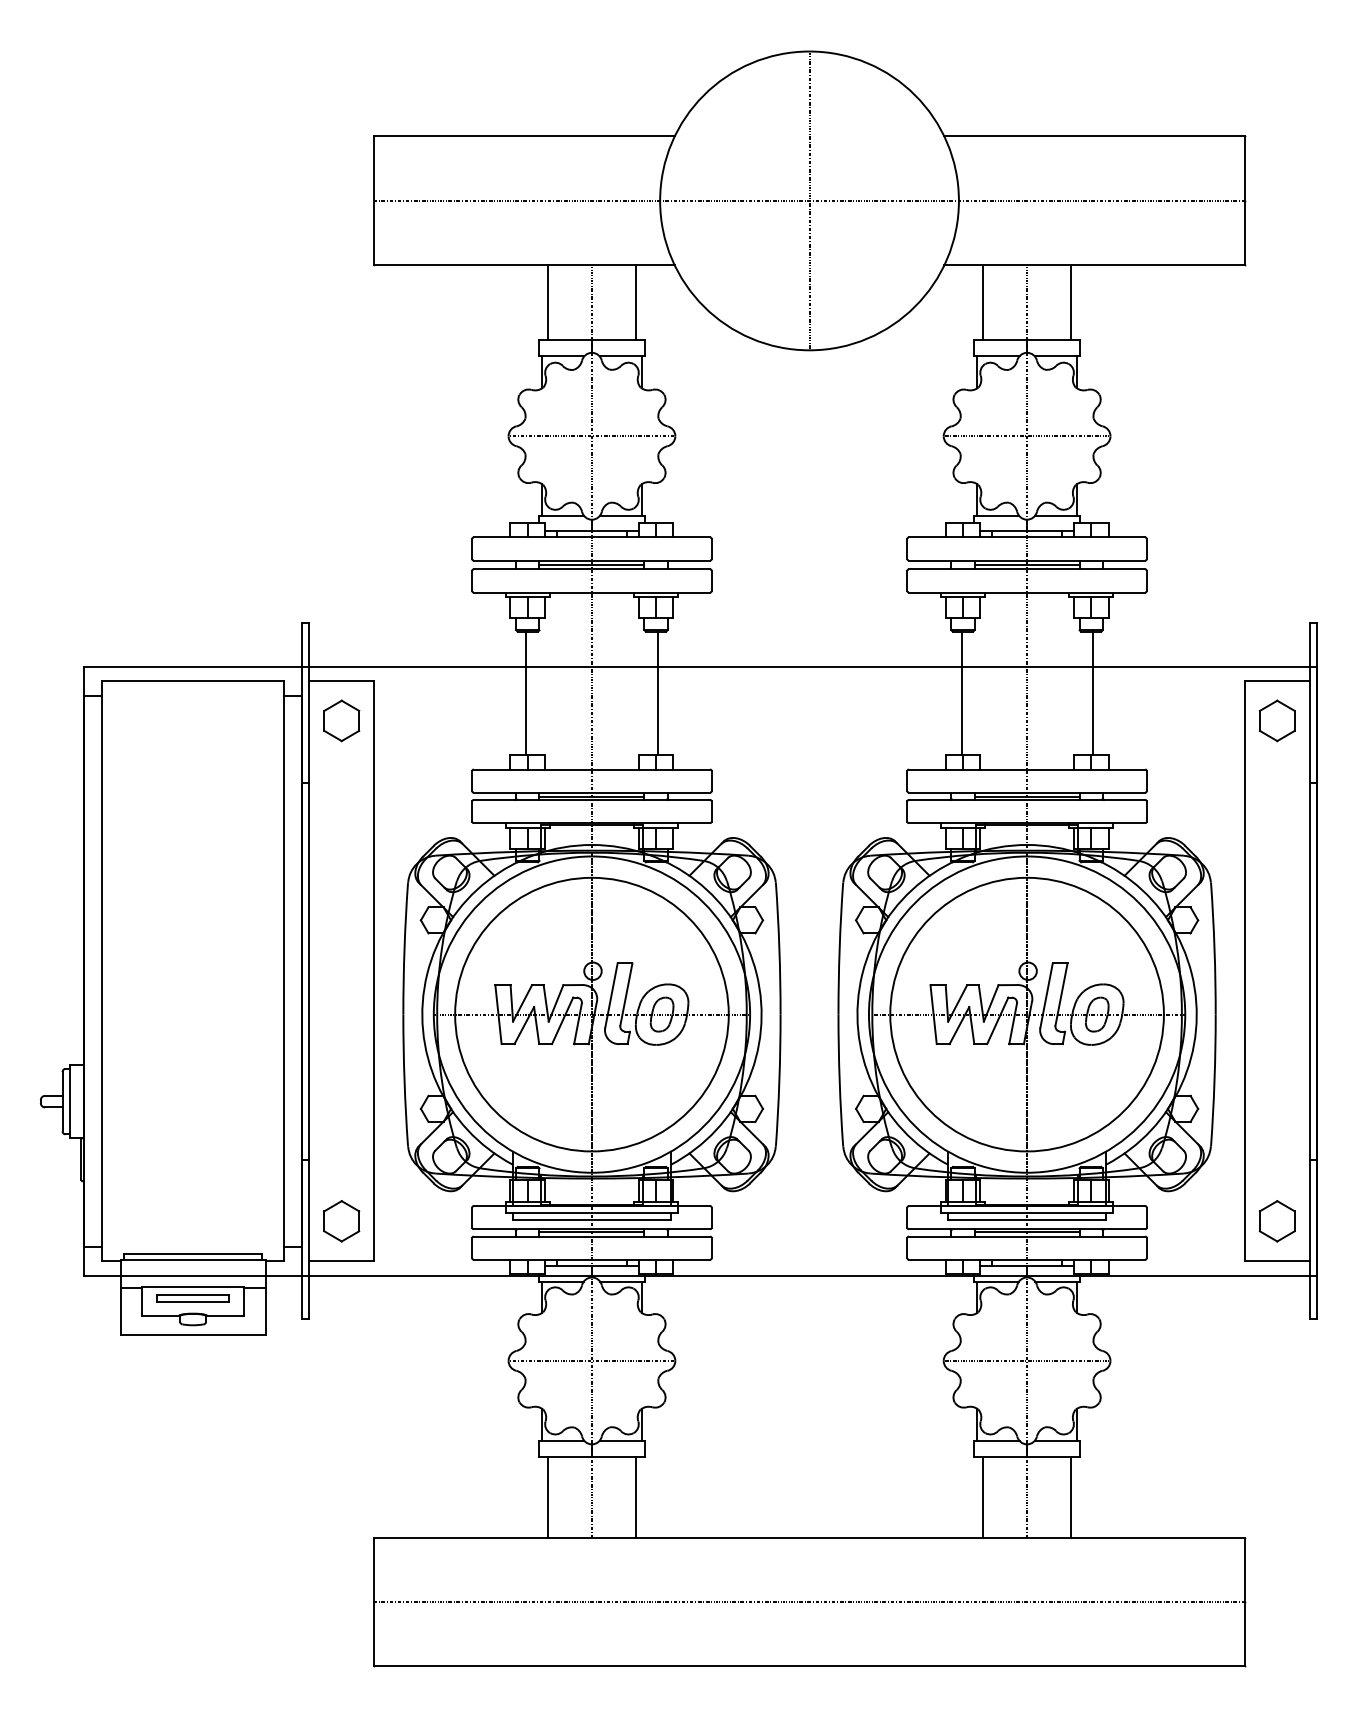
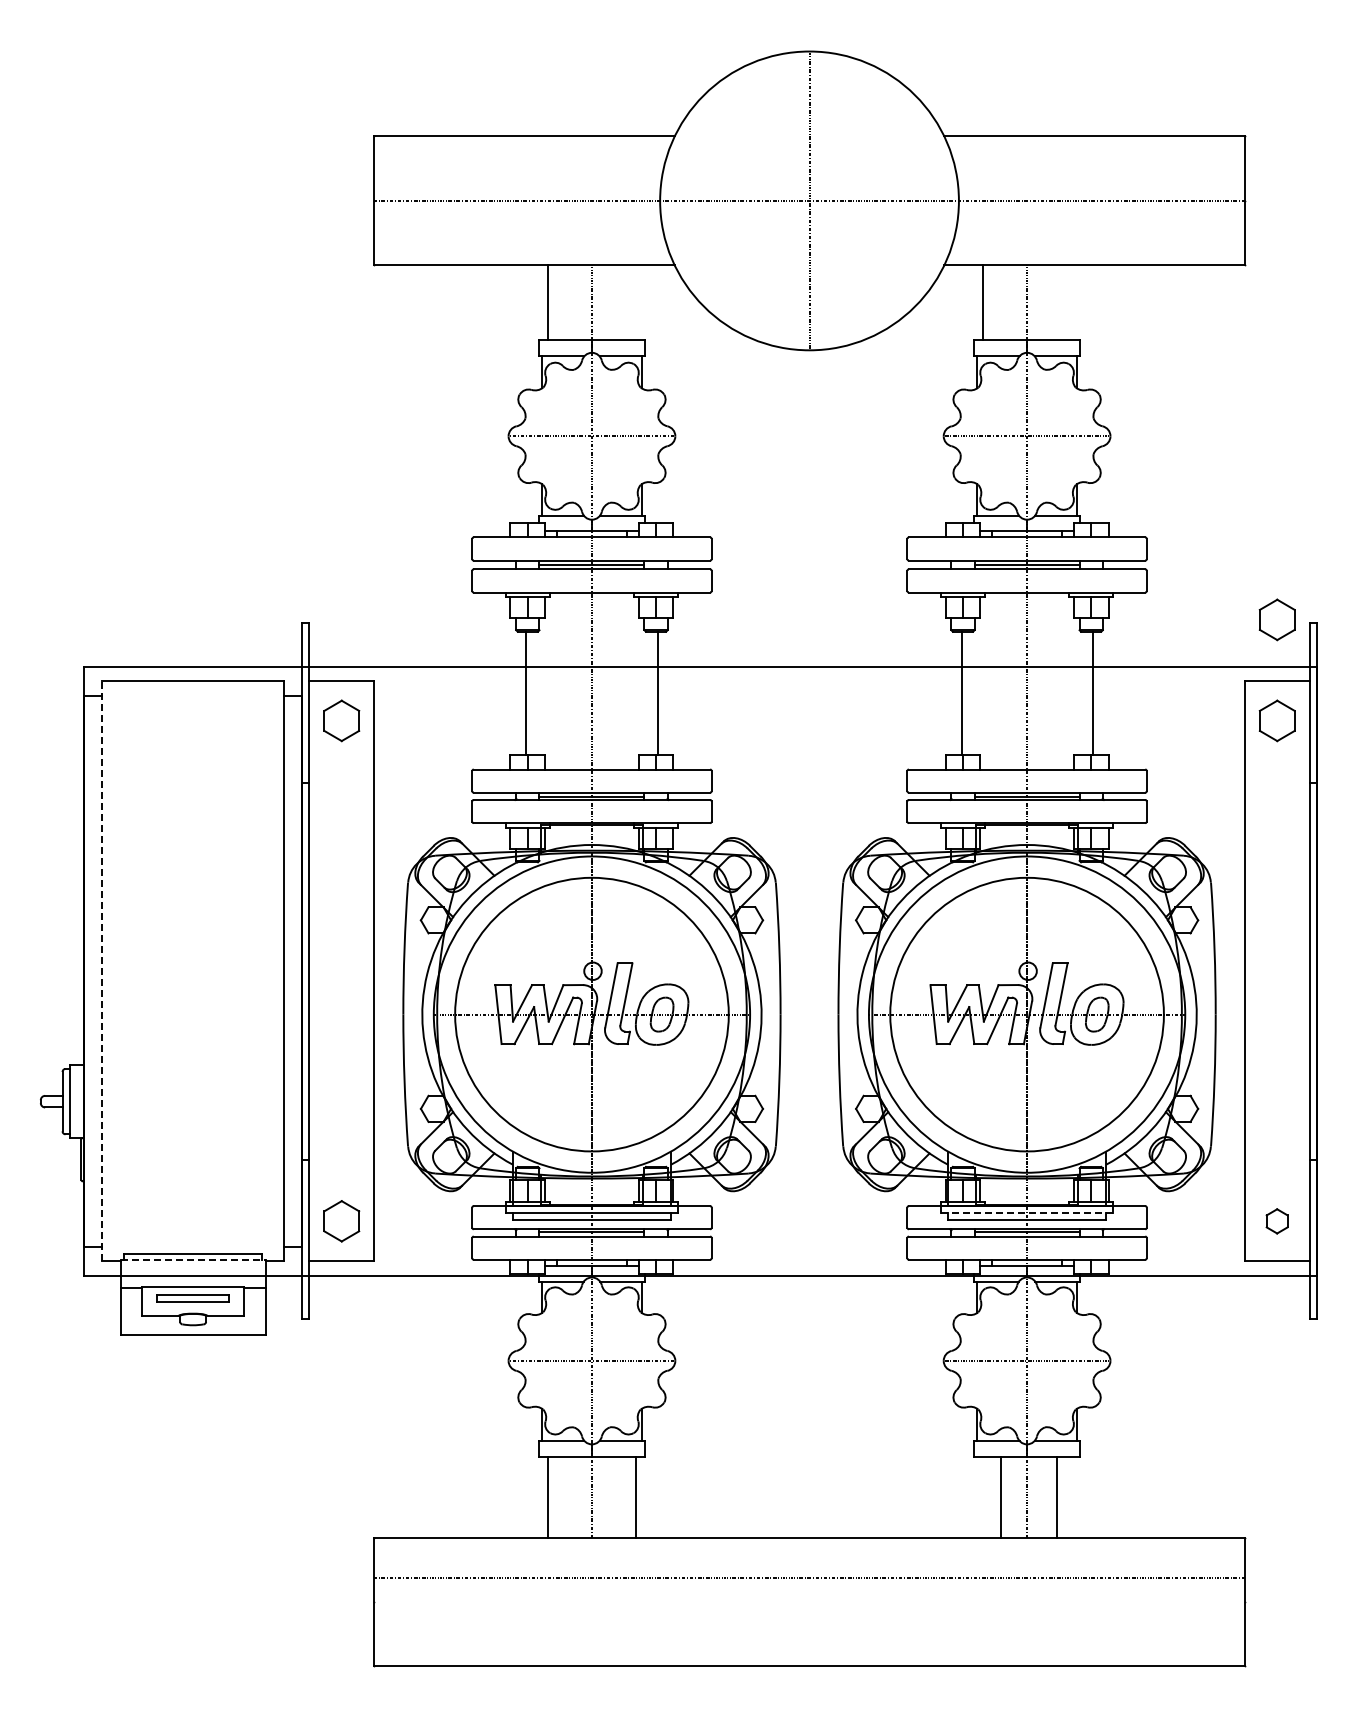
line at (635, 302): present -> none
line at (1070, 302): present -> none
part at (1276, 619): none -> present
line at (102, 970): solid -> dashed
line at (1026, 1212): solid -> dashed
part at (1276, 1221) size: 38x43 px -> 24x27 px
line at (193, 1259): solid -> dashed
line at (983, 1497) position: (983, 1497) -> (1001, 1497)
line at (1070, 1497) position: (1070, 1497) -> (1056, 1497)
line at (809, 1602) position: (809, 1602) -> (809, 1578)
